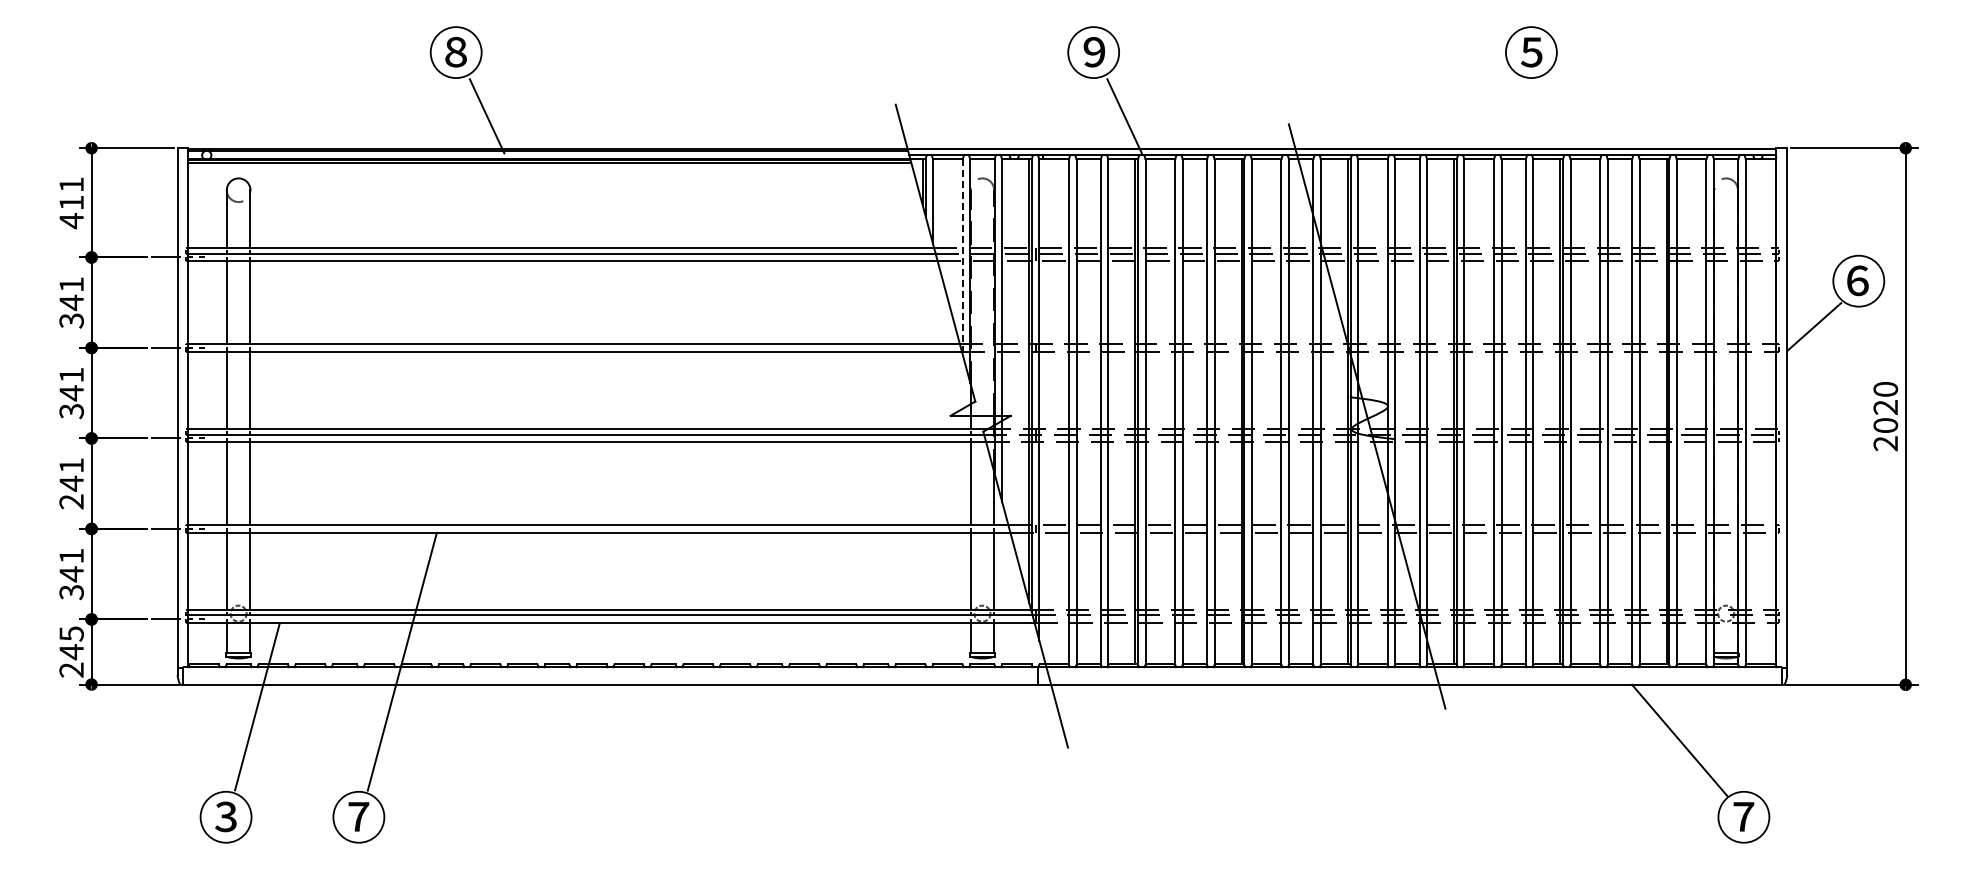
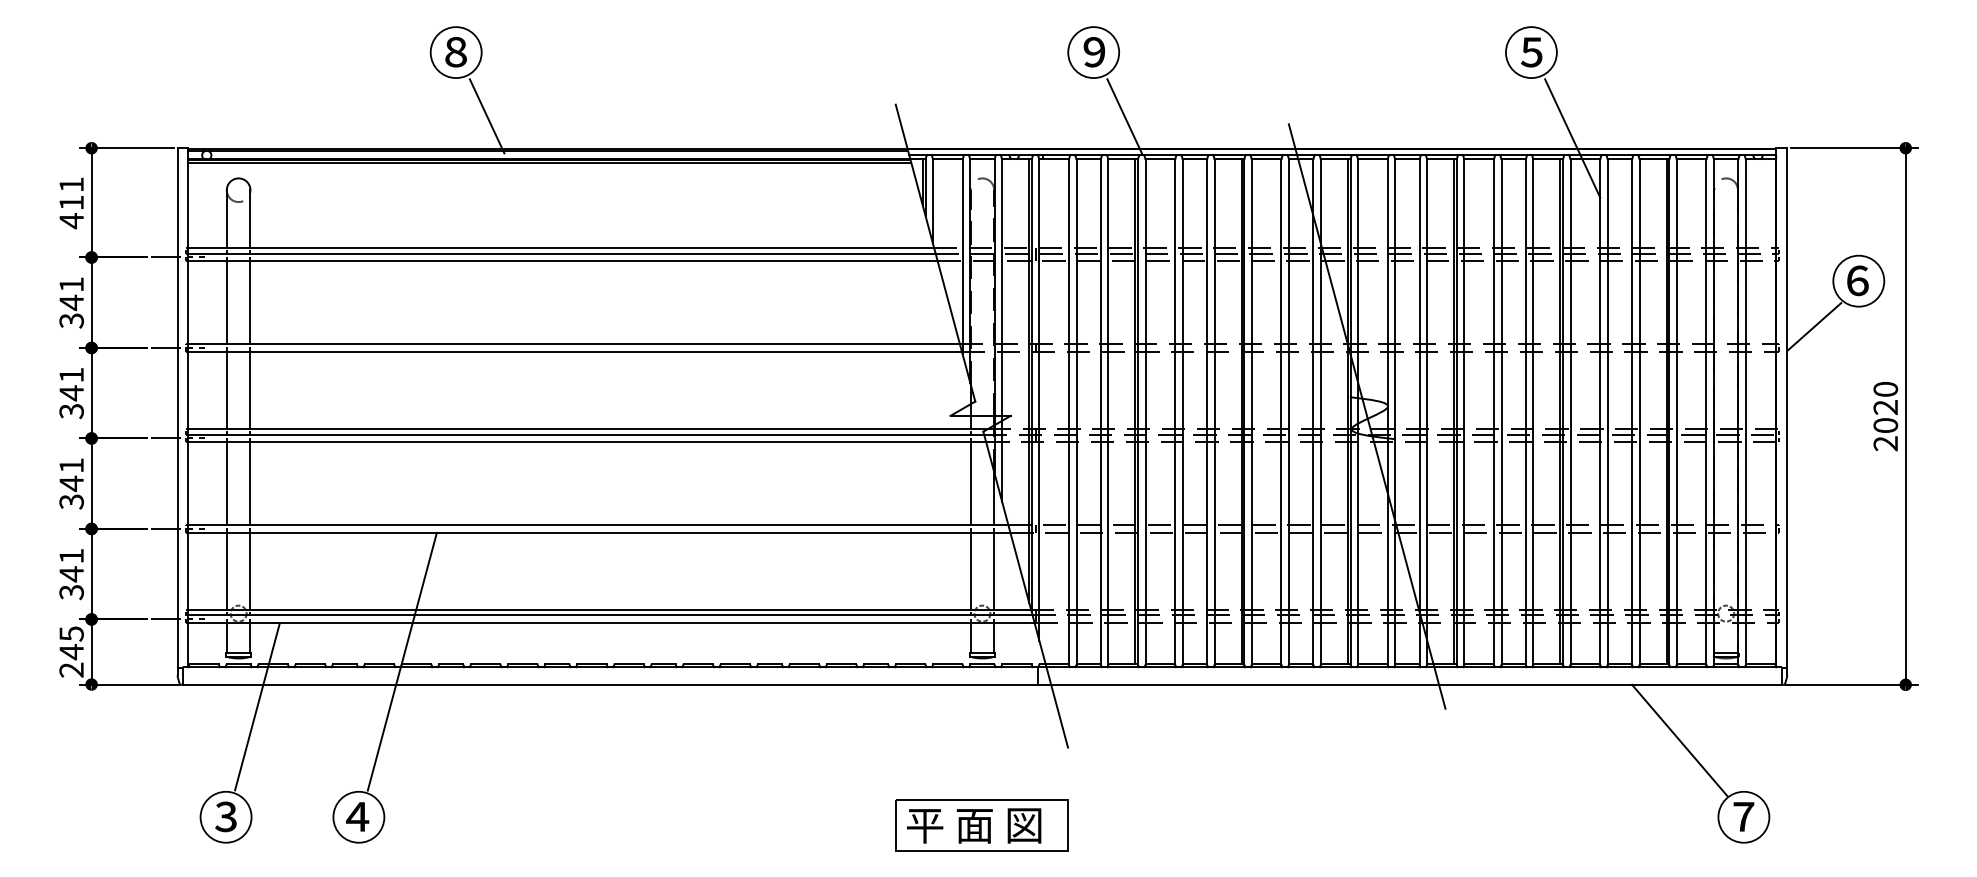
line at (1572, 138): none -> present
line at (962, 256): dashed -> solid
text at (71, 501): 241 -> 341
text at (357, 816): ⑦ -> ④
part at (981, 825): none -> present
